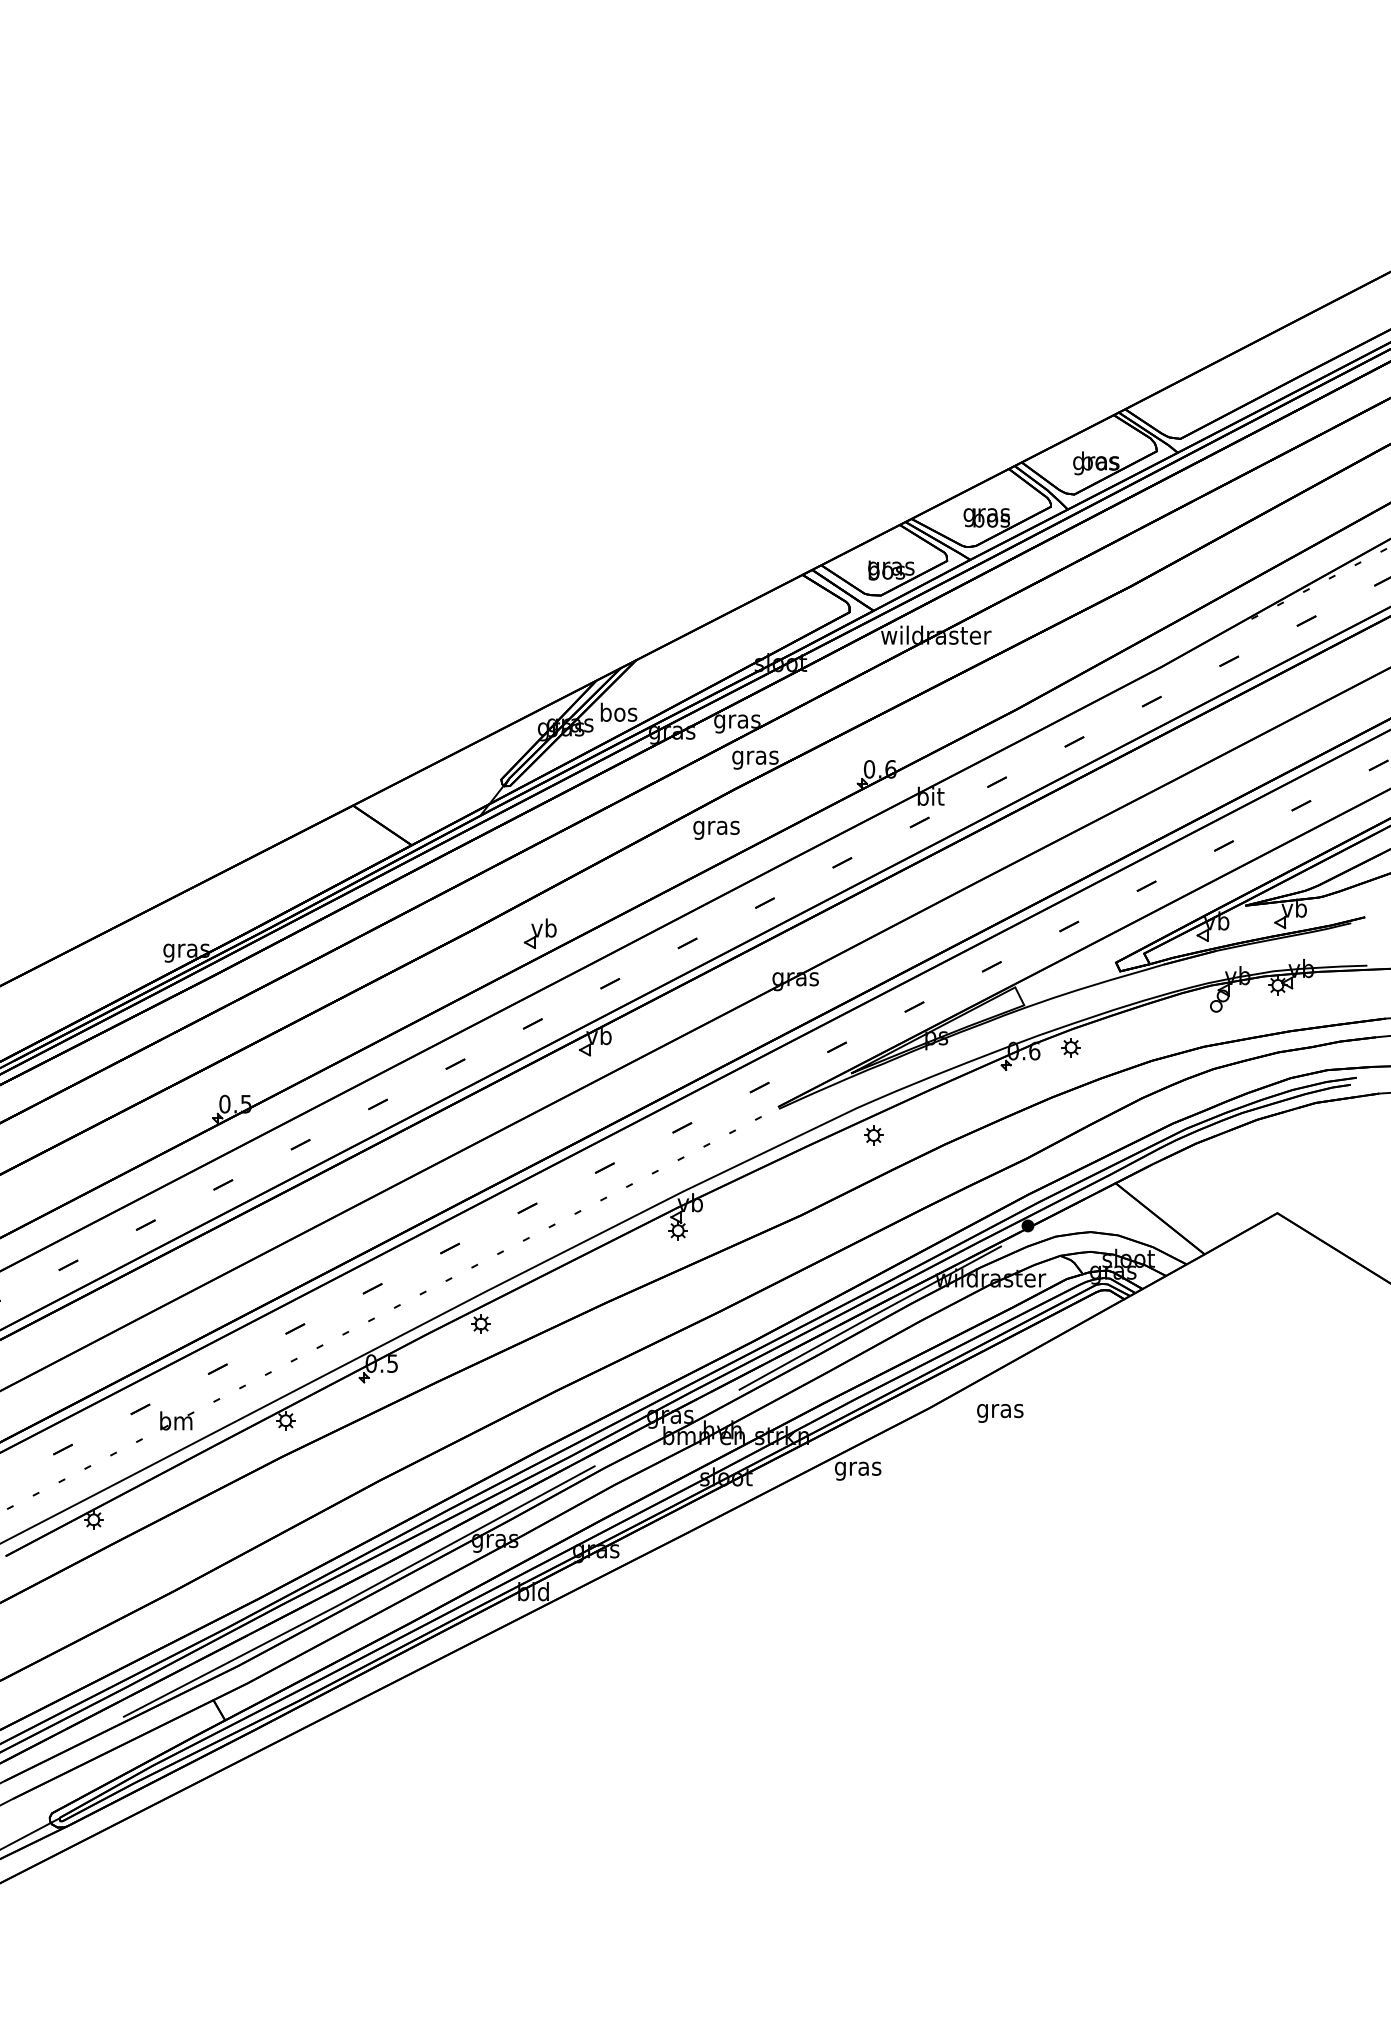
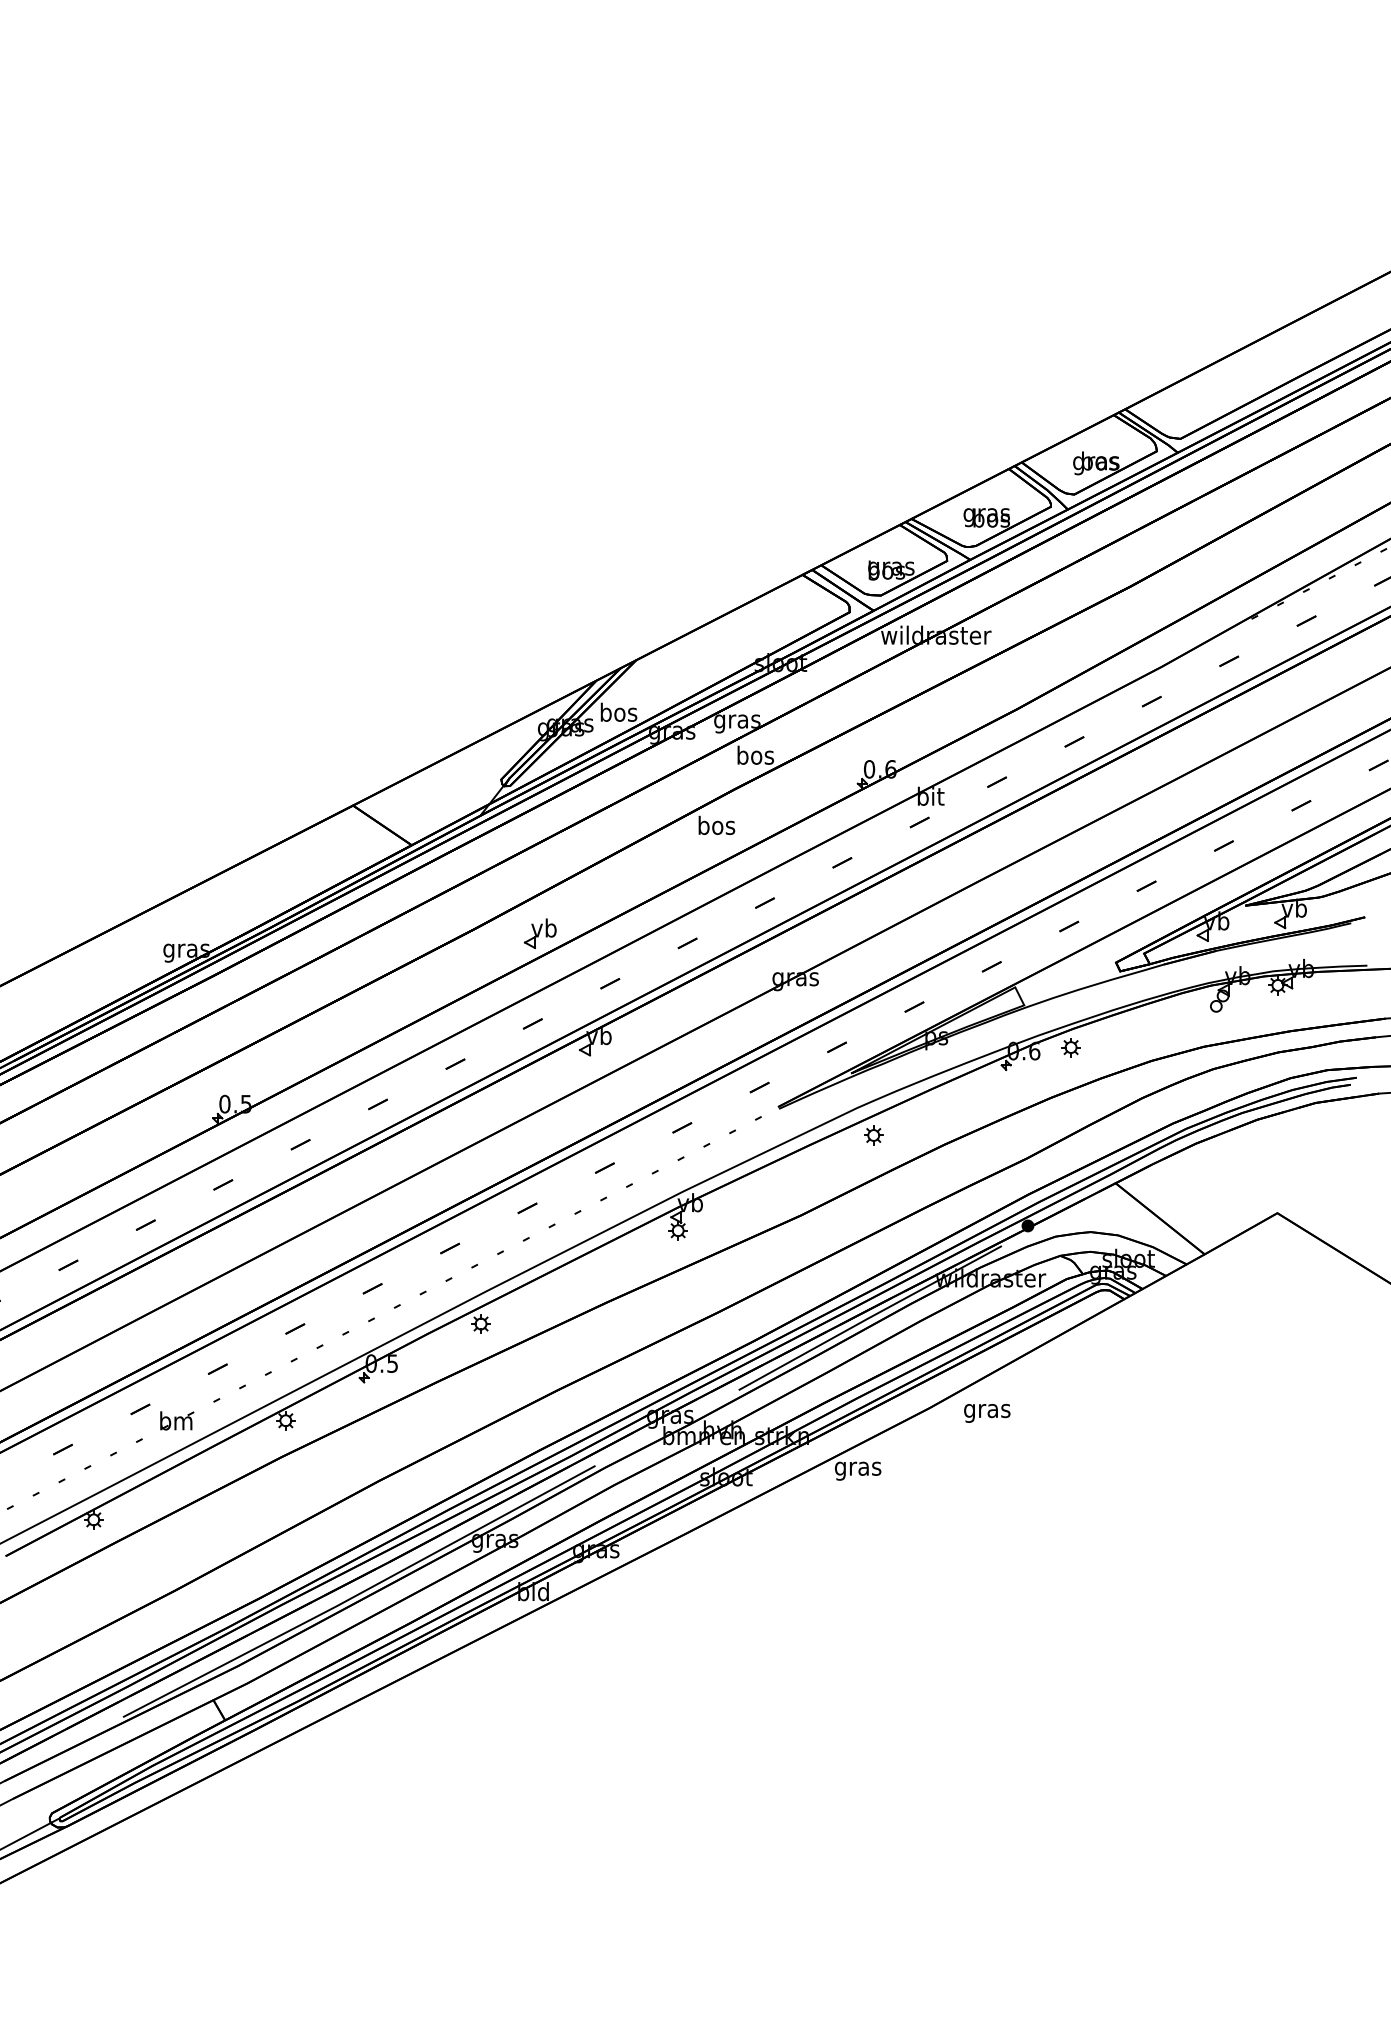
text at (755, 757): gras -> bos
text at (716, 827): gras -> bos
text at (1000, 1413) position: (1000, 1413) -> (987, 1413)
